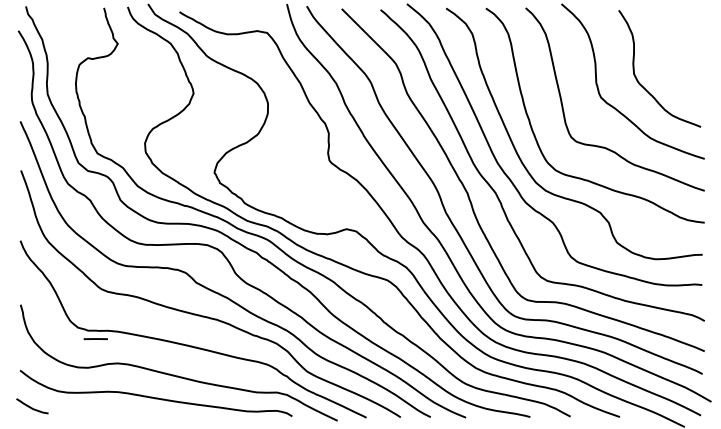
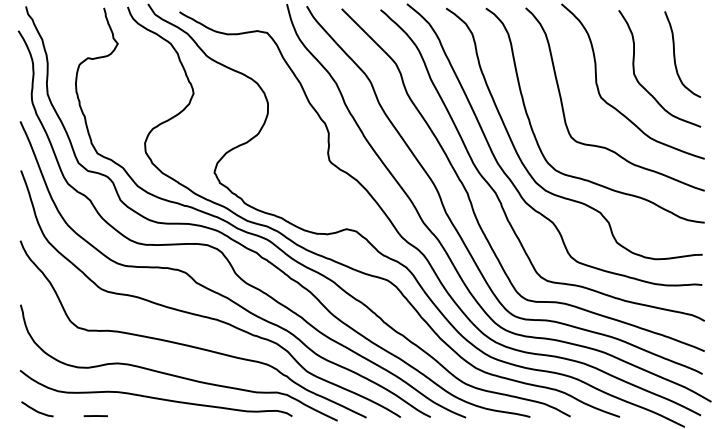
curve at (675, 54): none -> present
line at (95, 339) position: (95, 339) -> (95, 416)
curve at (32, 407) position: (32, 407) -> (37, 410)
